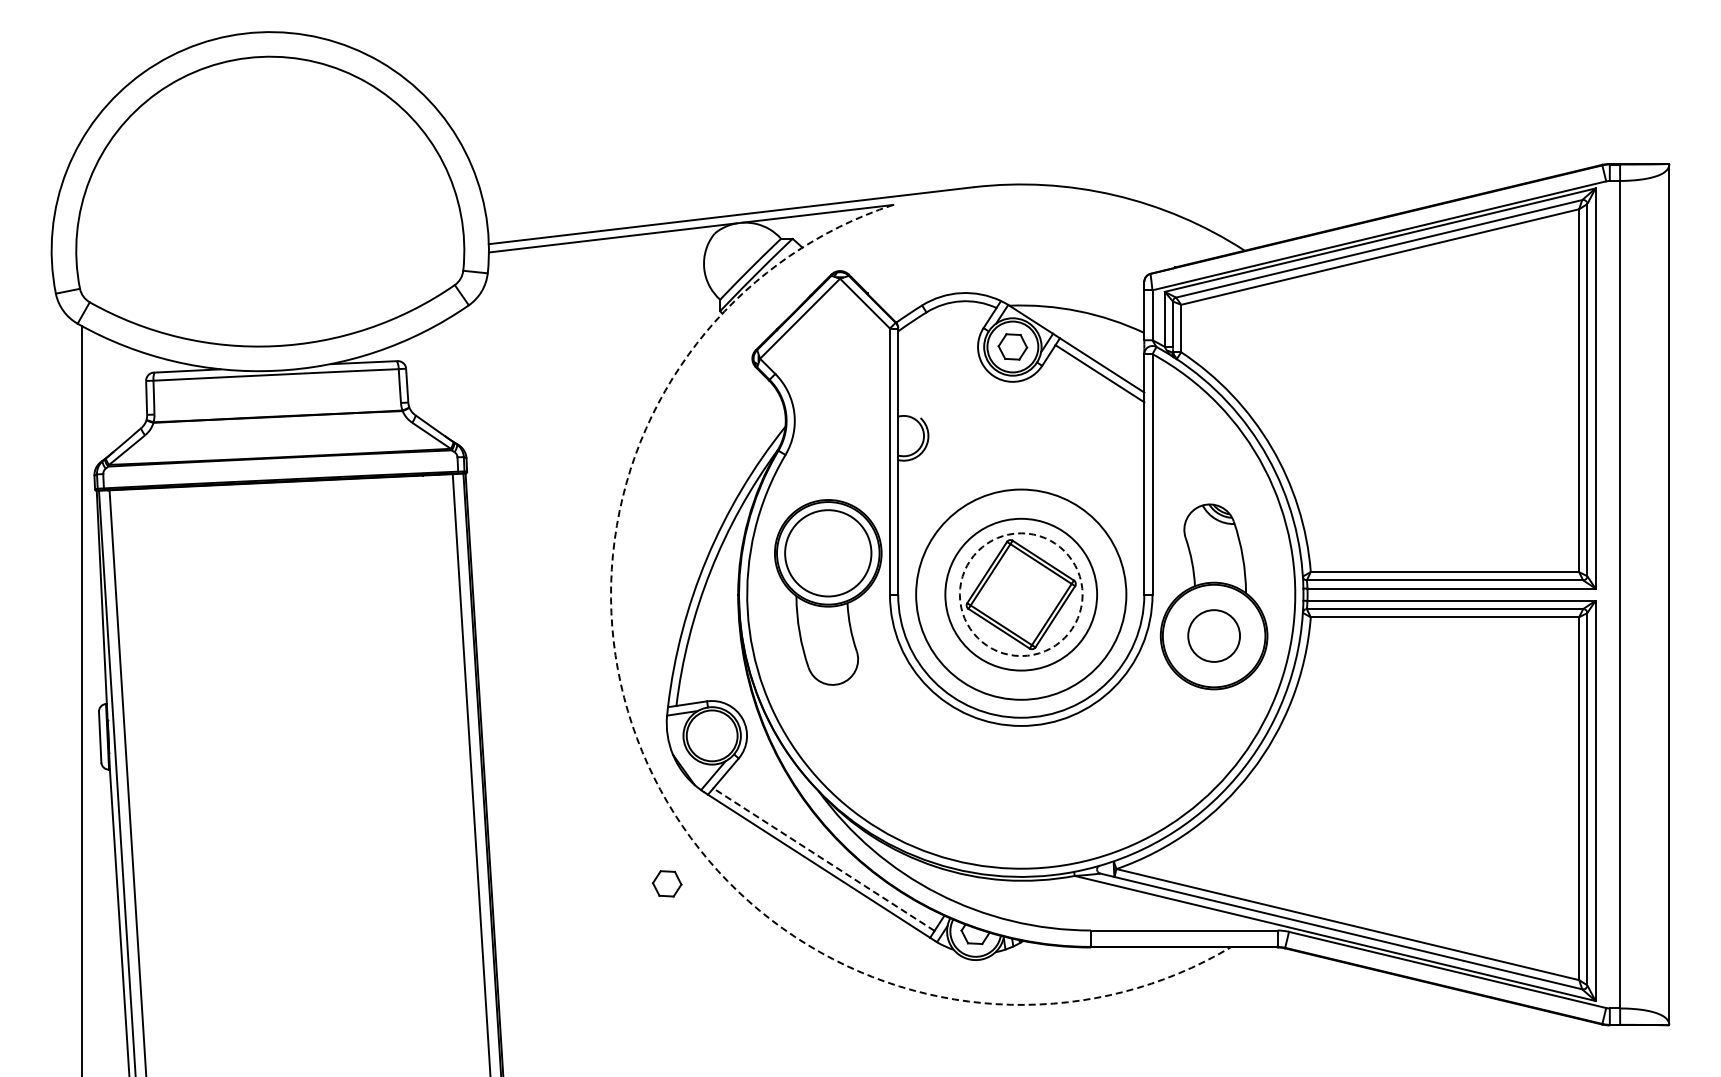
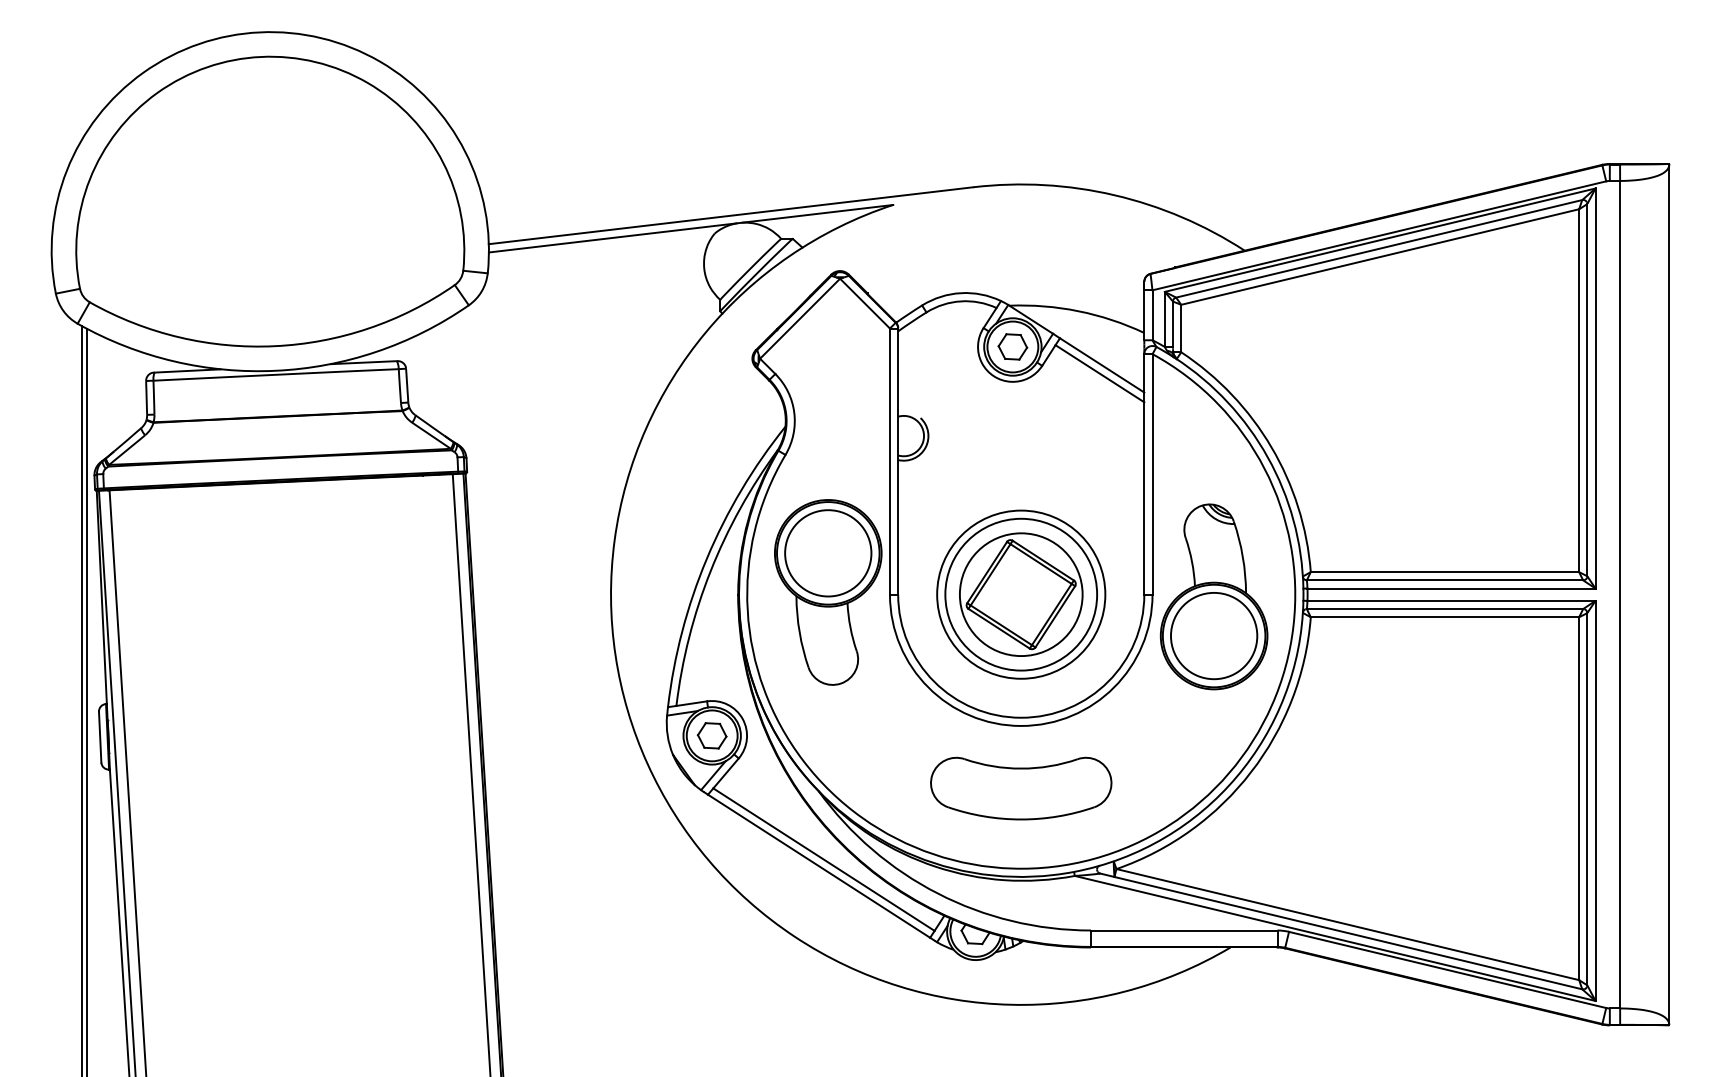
circle at (1020, 594): dashed -> solid
circle at (1021, 594) diameter: 210 px -> 168 px
circle at (1214, 635) diameter: 52 px -> 86 px
line at (87, 700): none -> present
arc at (647, 764): dashed -> solid
part at (1021, 788): none -> present
line at (823, 859): dashed -> solid
part at (666, 883) position: (666, 883) -> (711, 735)
